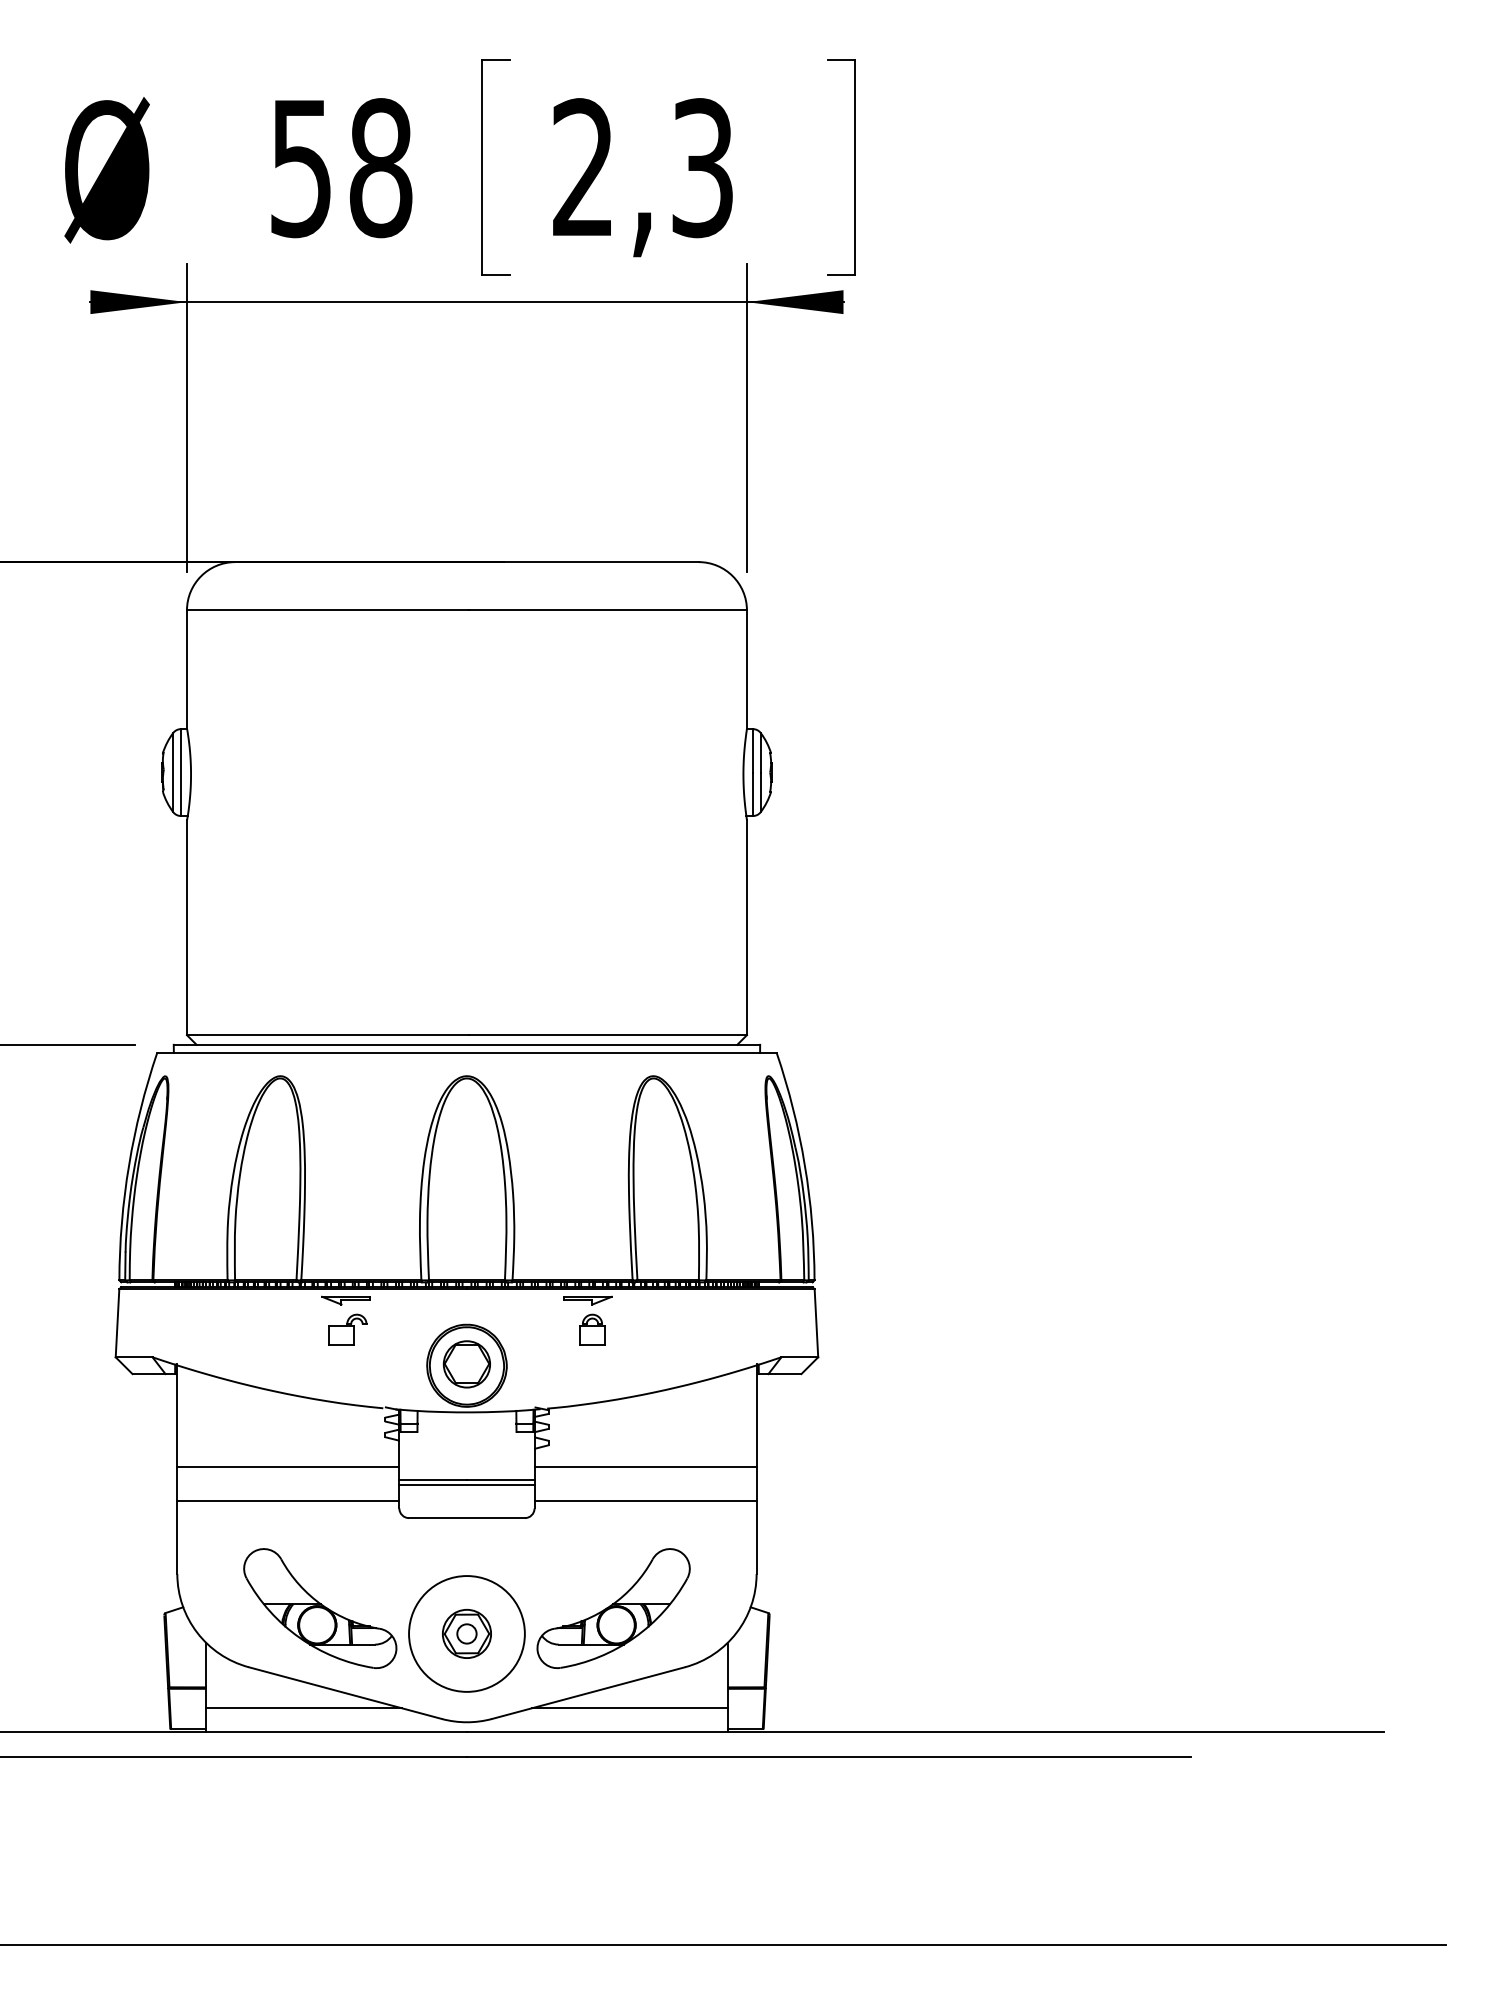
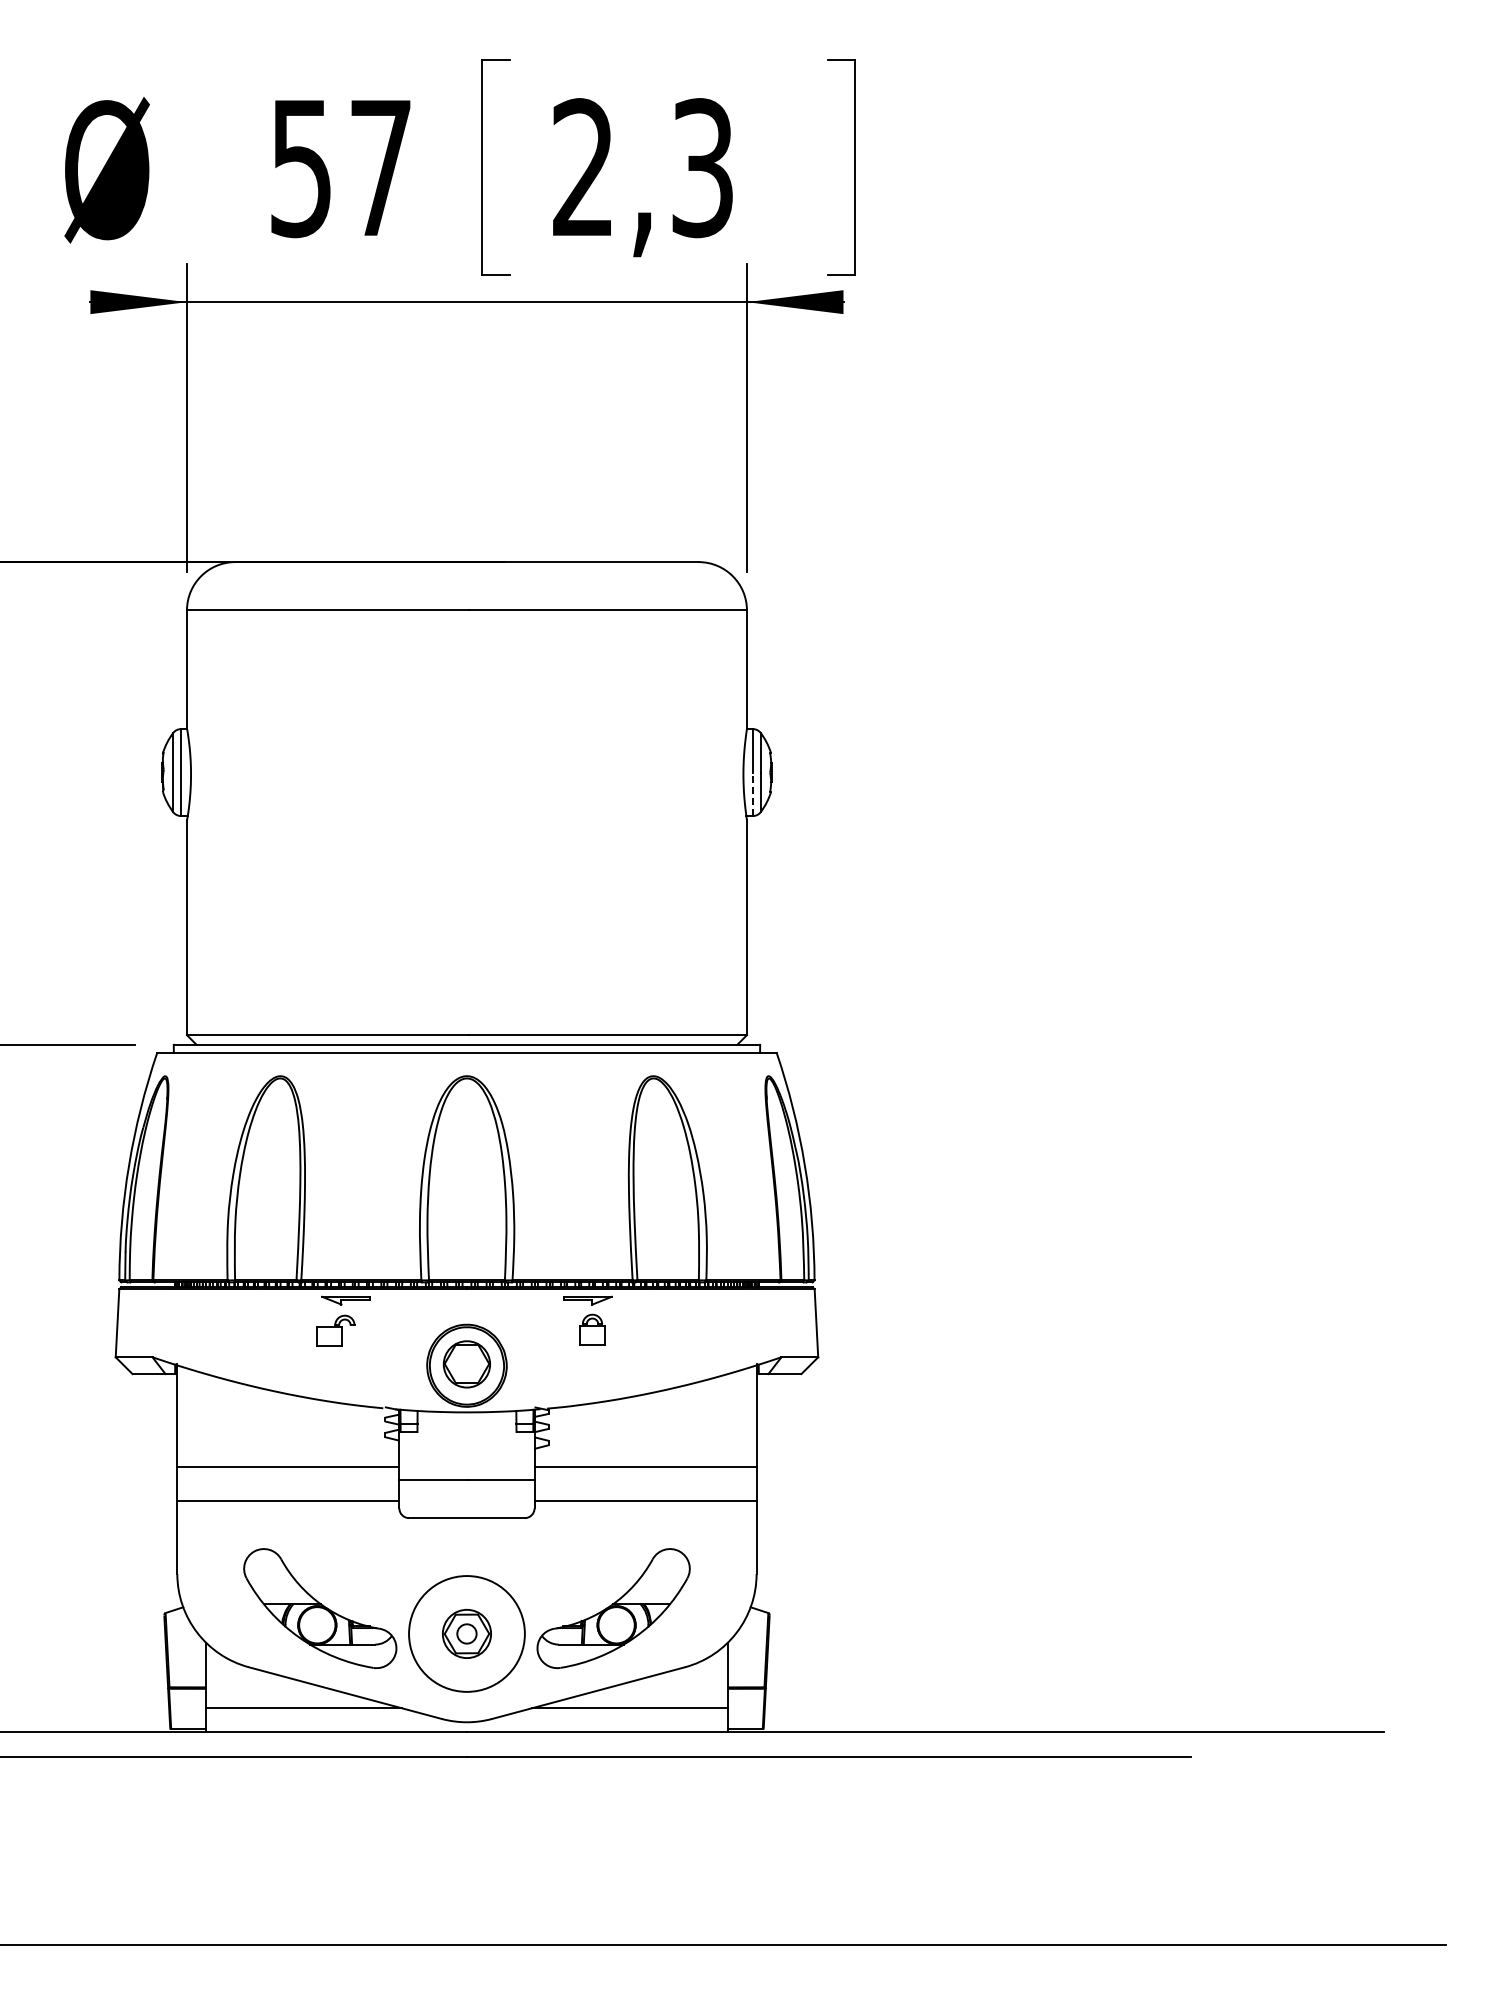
text at (381, 168): 58 -> 57
line at (753, 794): solid -> dashed
part at (347, 1329) position: (347, 1329) -> (335, 1330)
line at (466, 1484): present -> none
